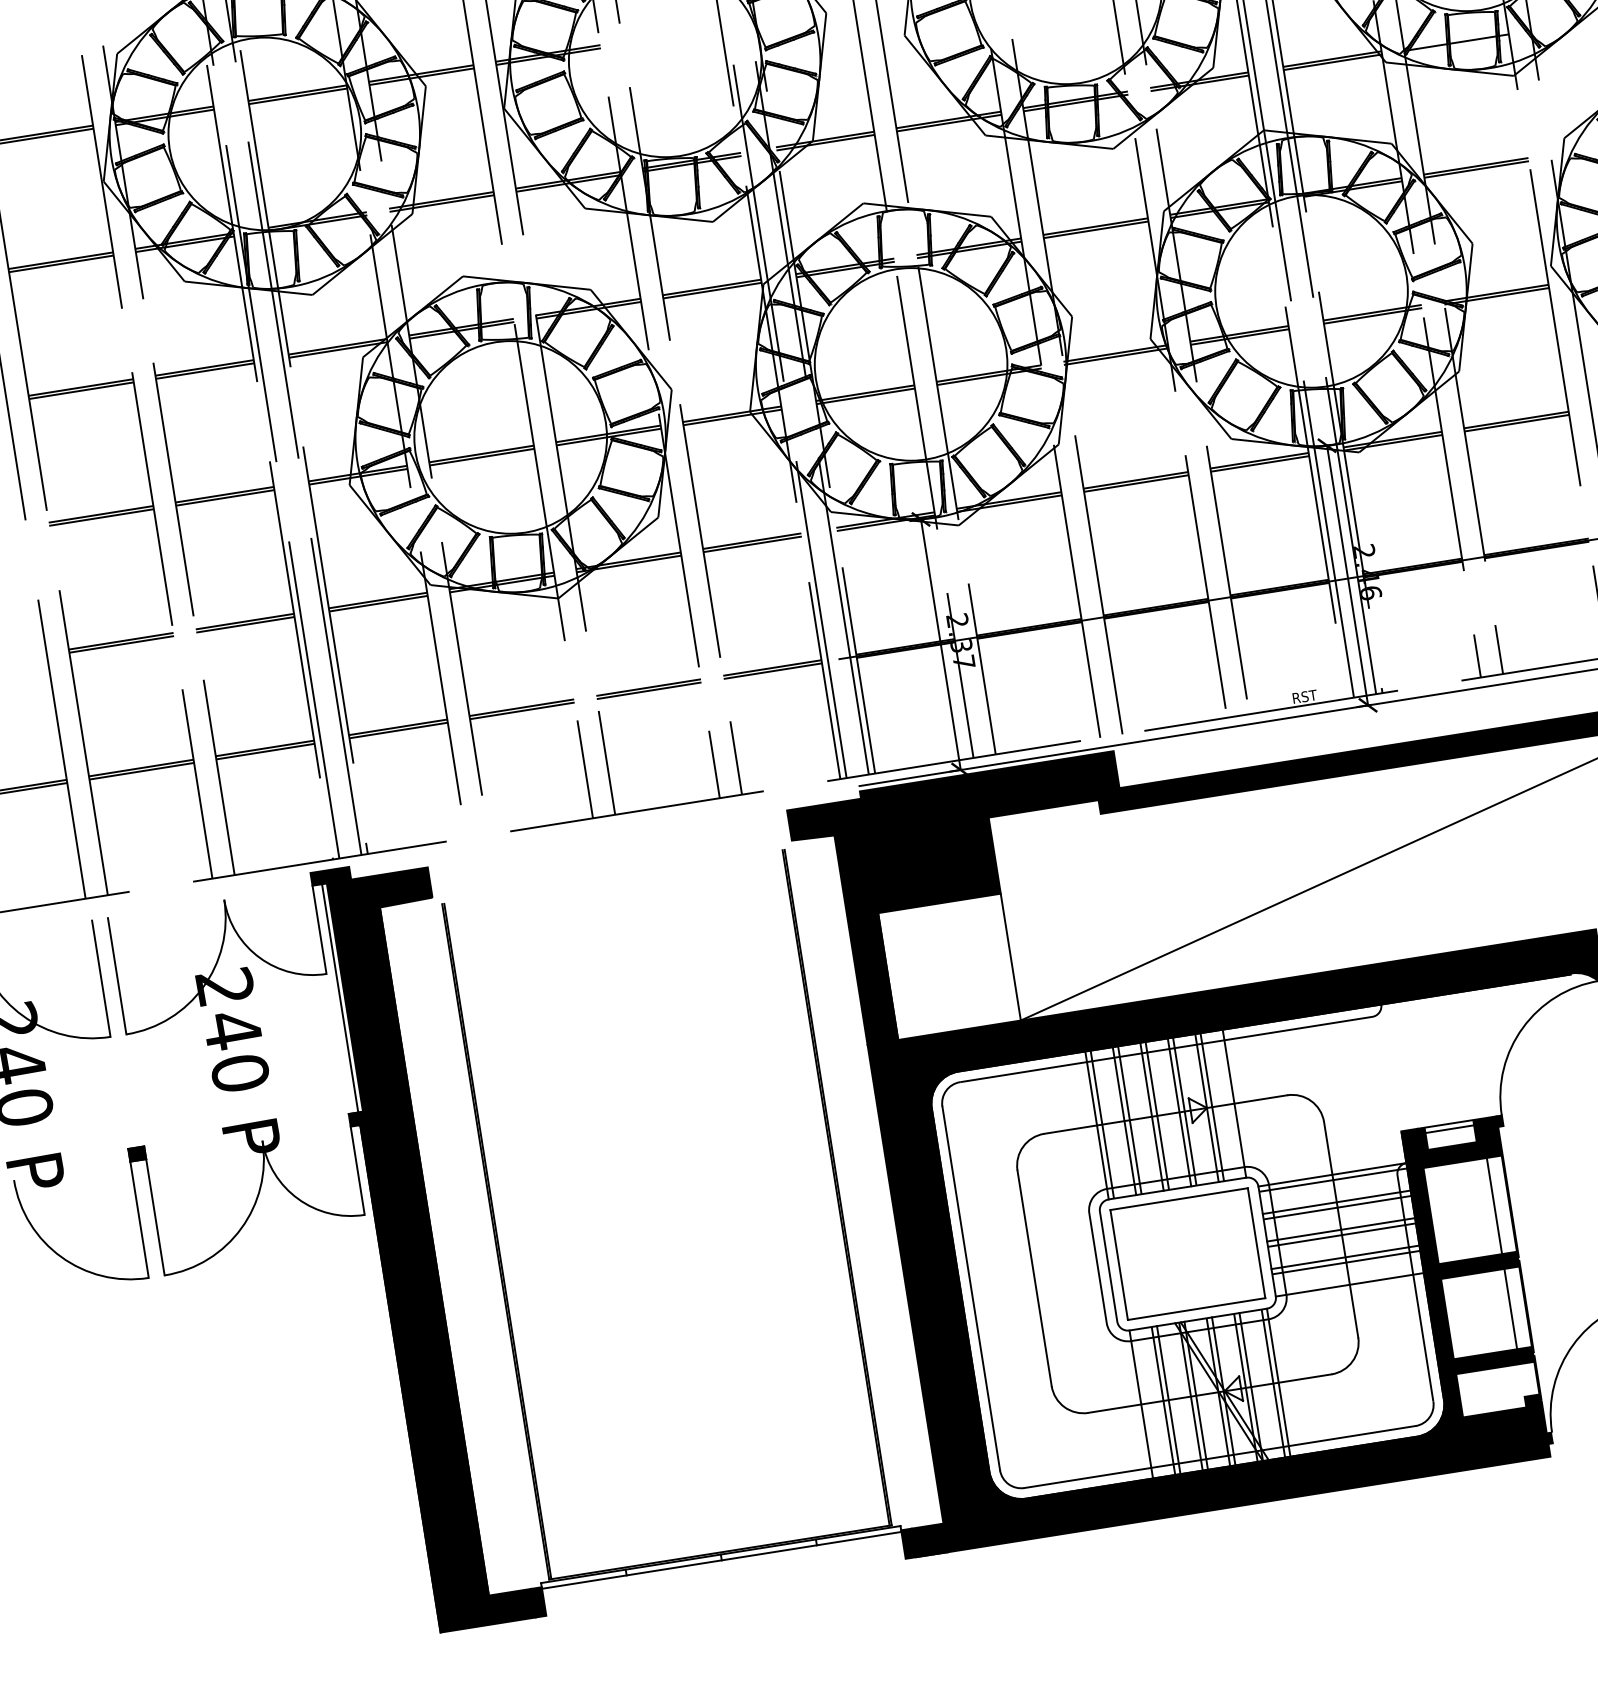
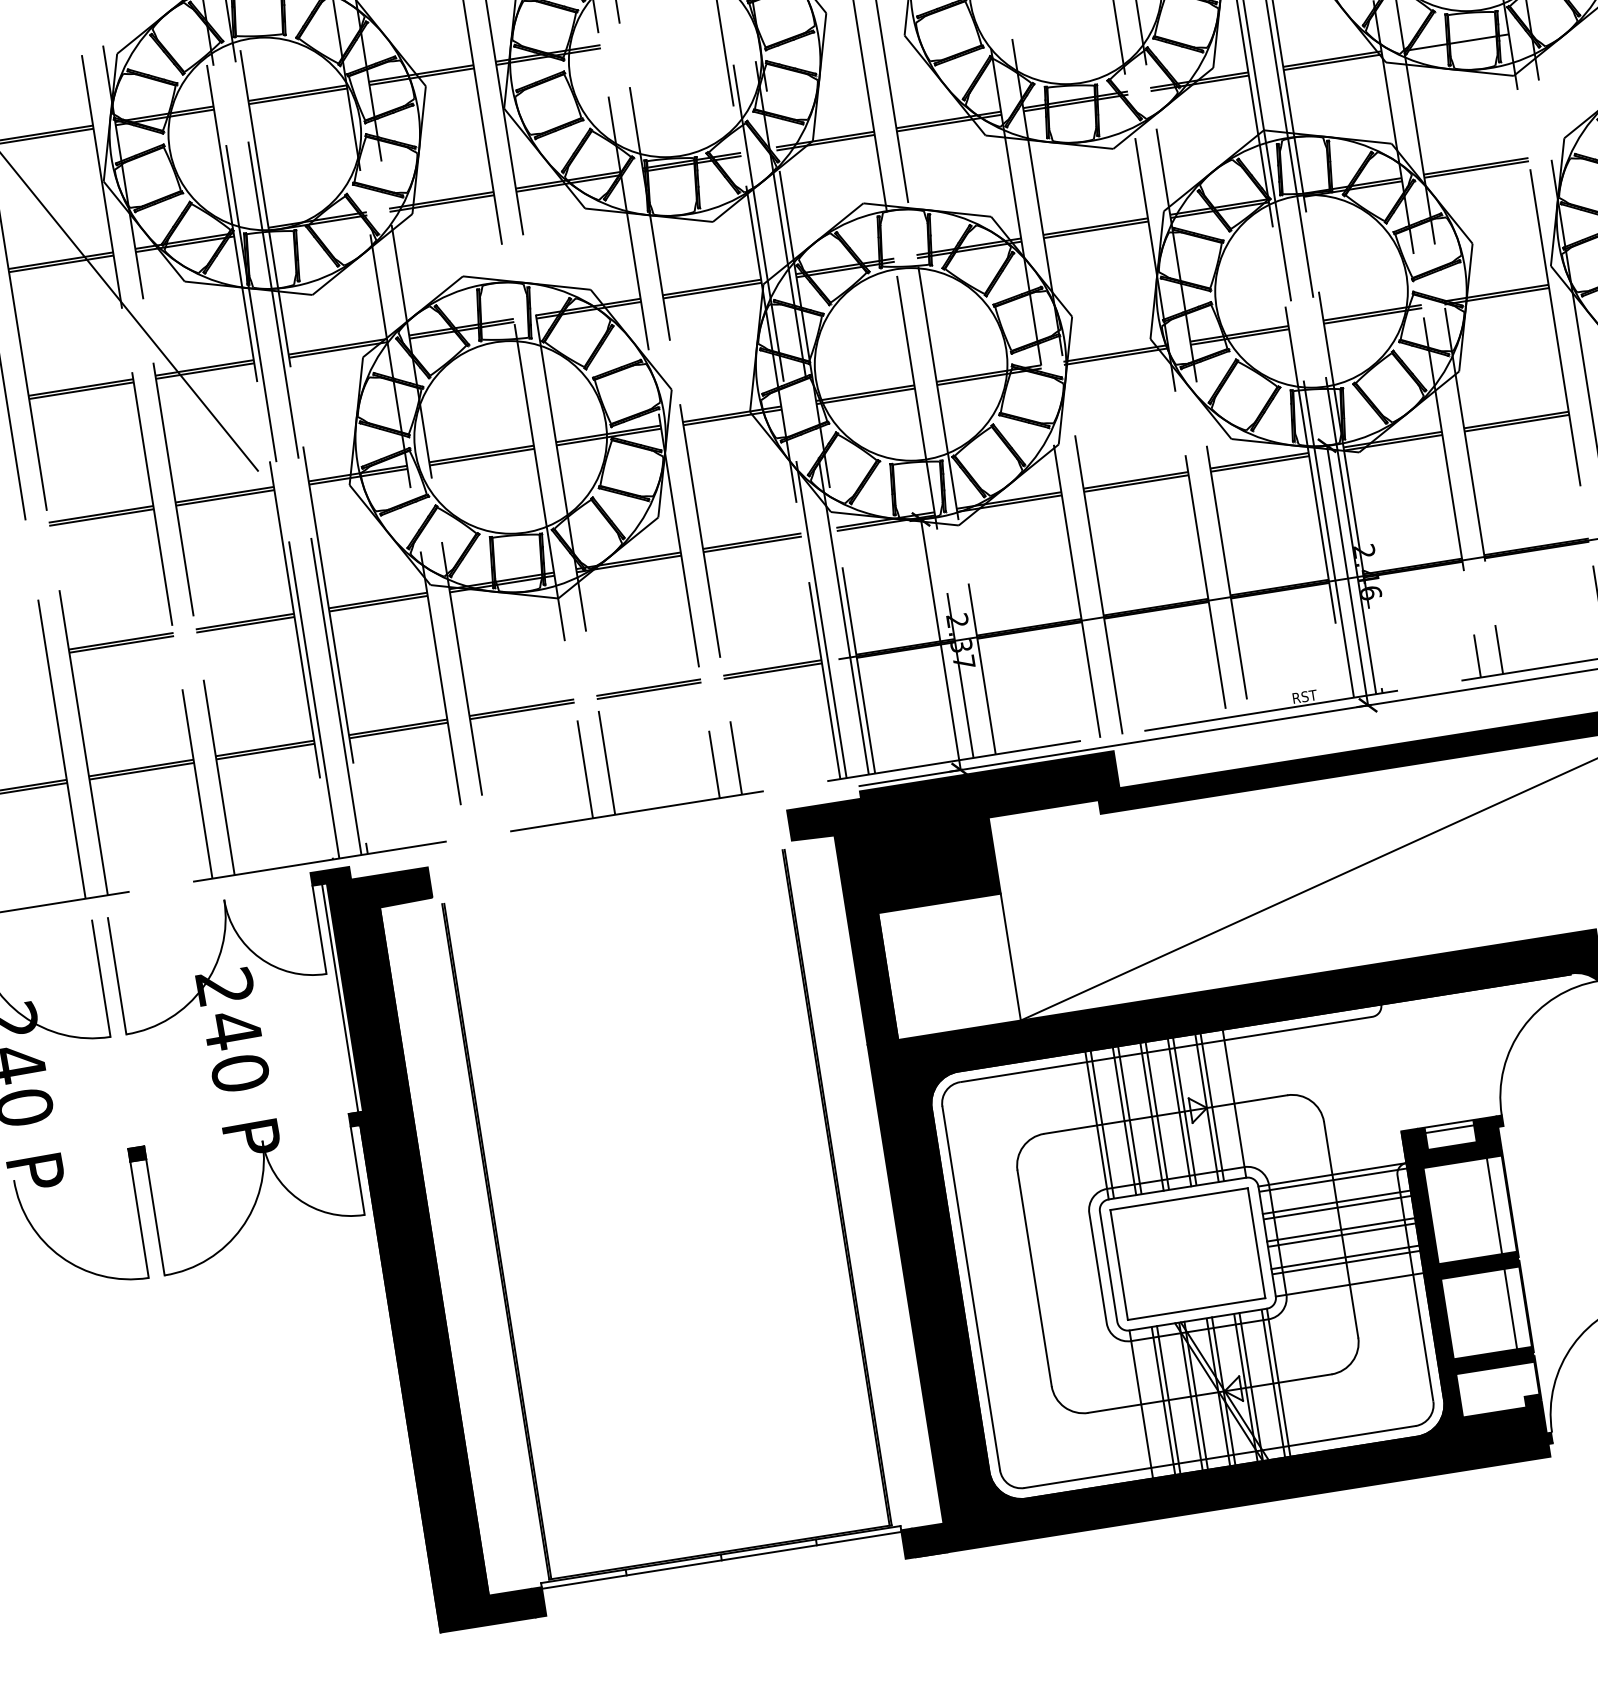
line at (129, 312): none -> present
